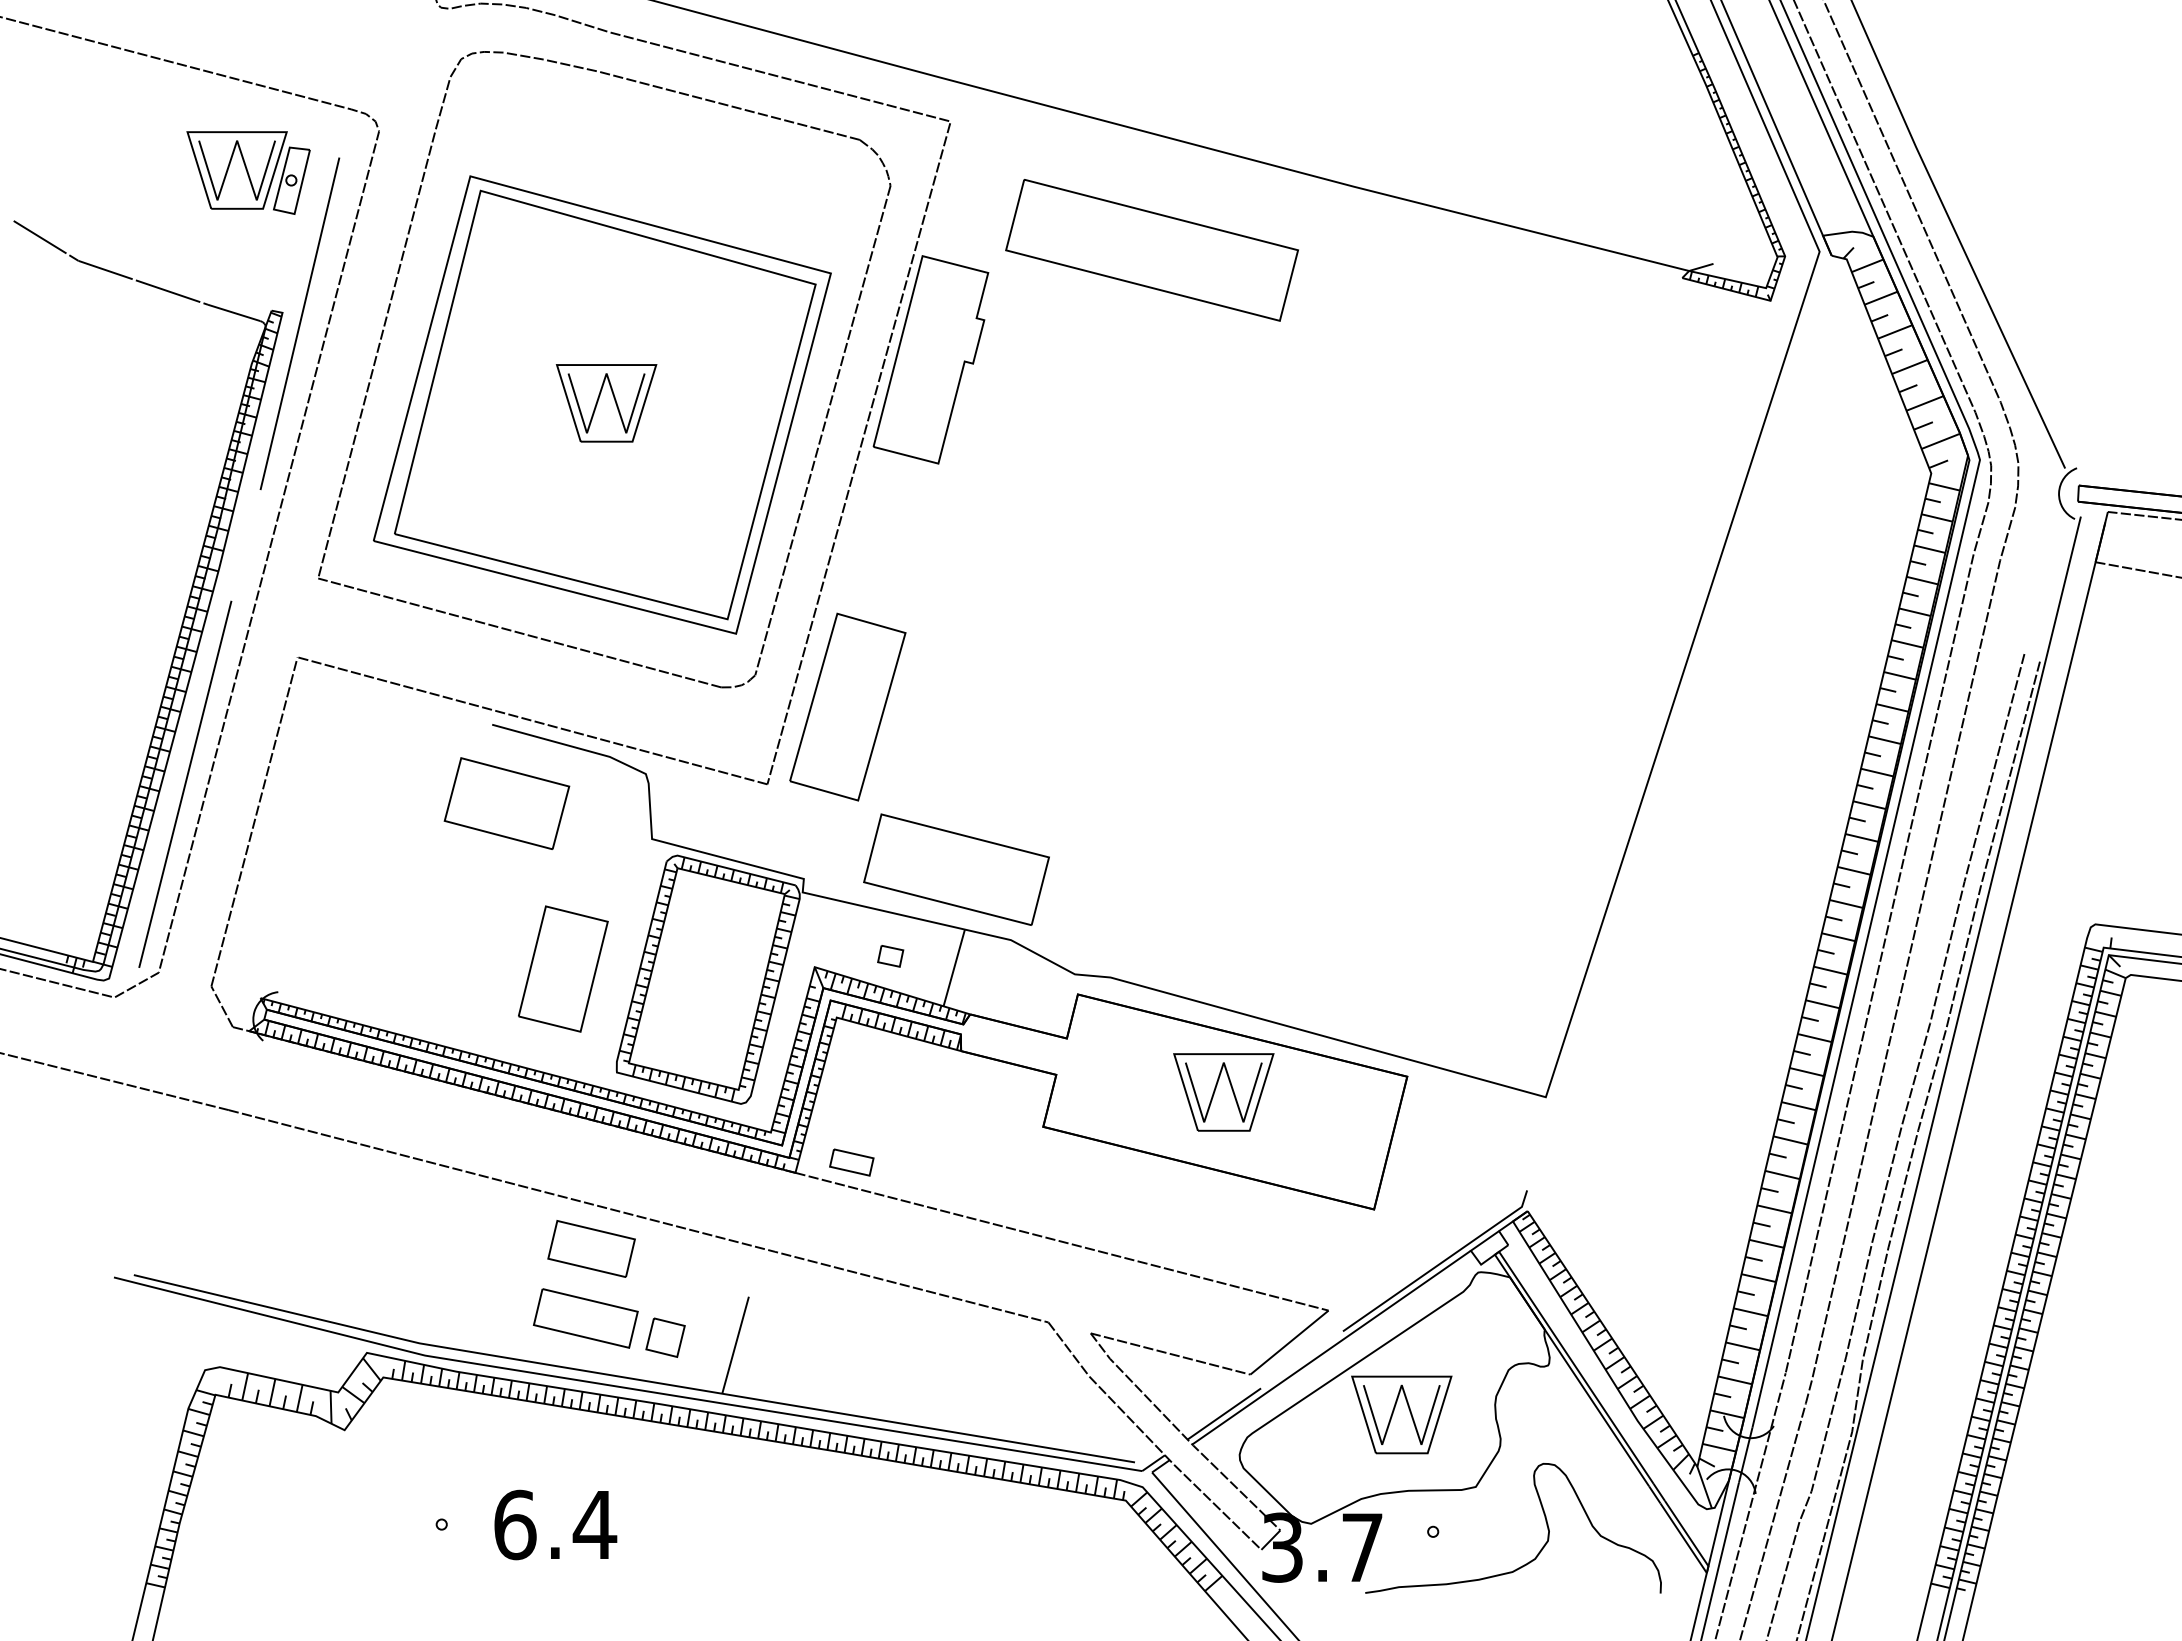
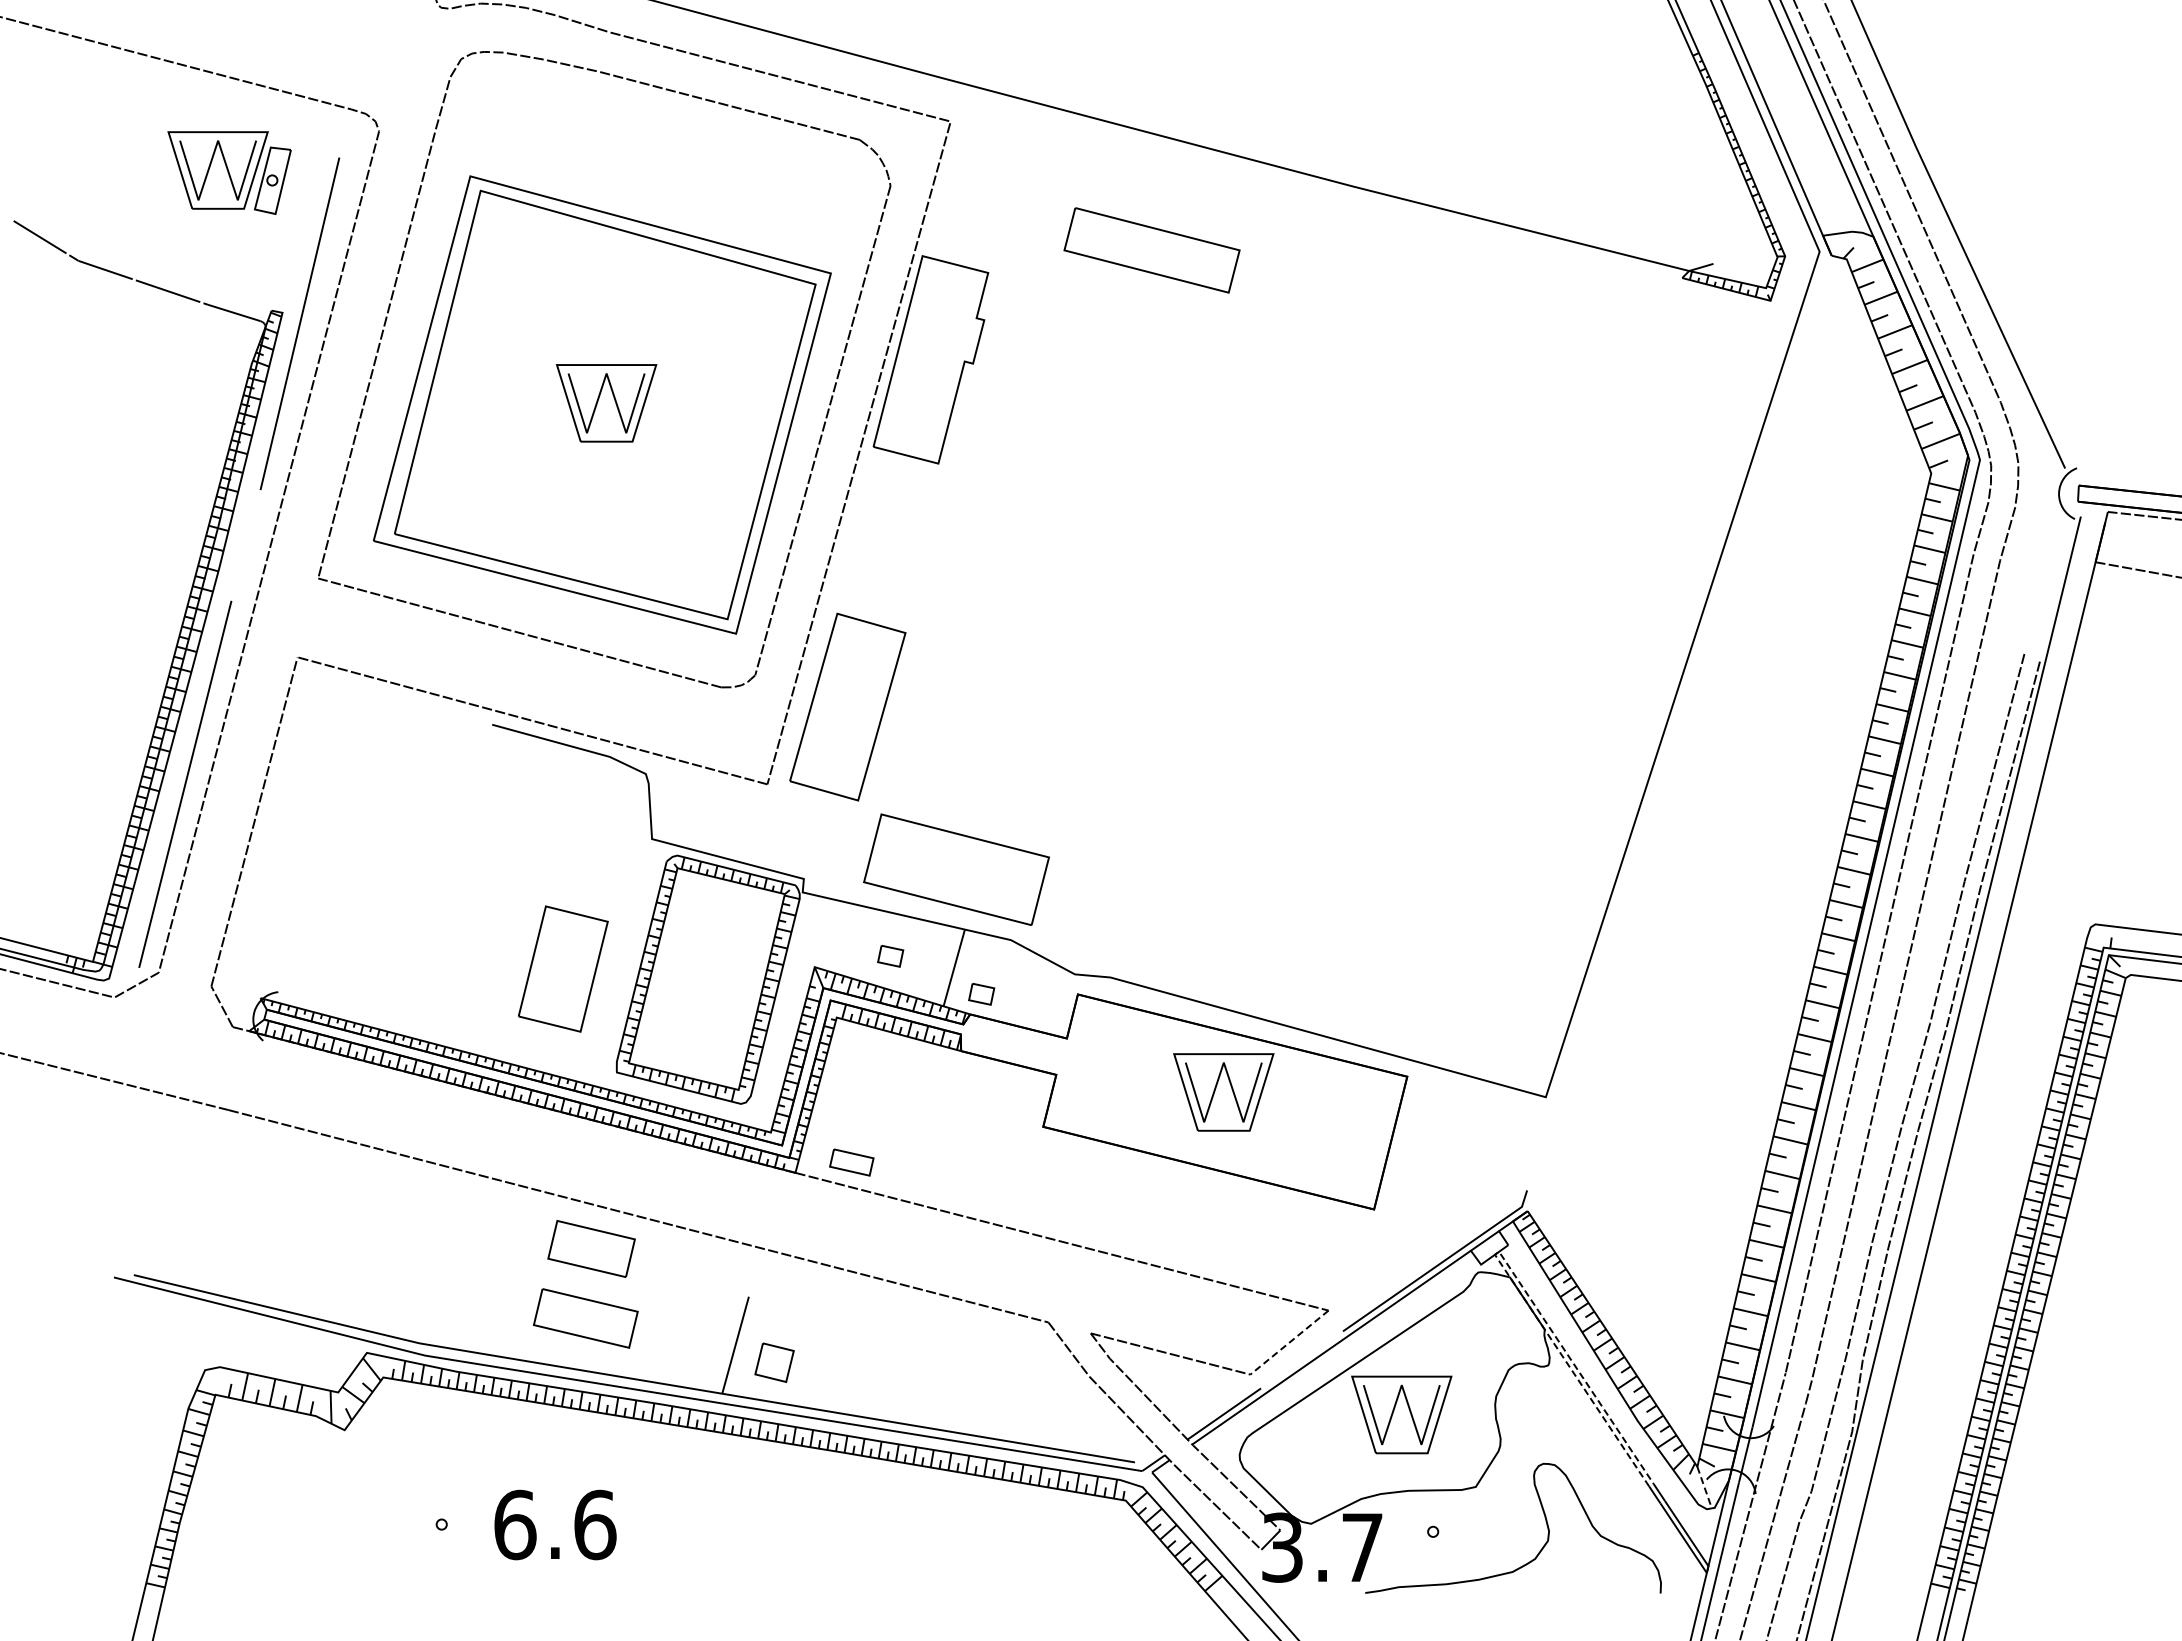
part at (248, 172) position: (248, 172) -> (229, 172)
part at (1151, 250) size: 294x143 px -> 178x87 px
part at (506, 803): present -> none
part at (981, 994): none -> present
line at (1497, 1253): solid -> dashed
part at (665, 1337) position: (665, 1337) -> (774, 1362)
line at (1289, 1342): solid -> dashed
line at (1704, 1487): solid -> dashed
text at (594, 1524): 6.4 -> 6.6
